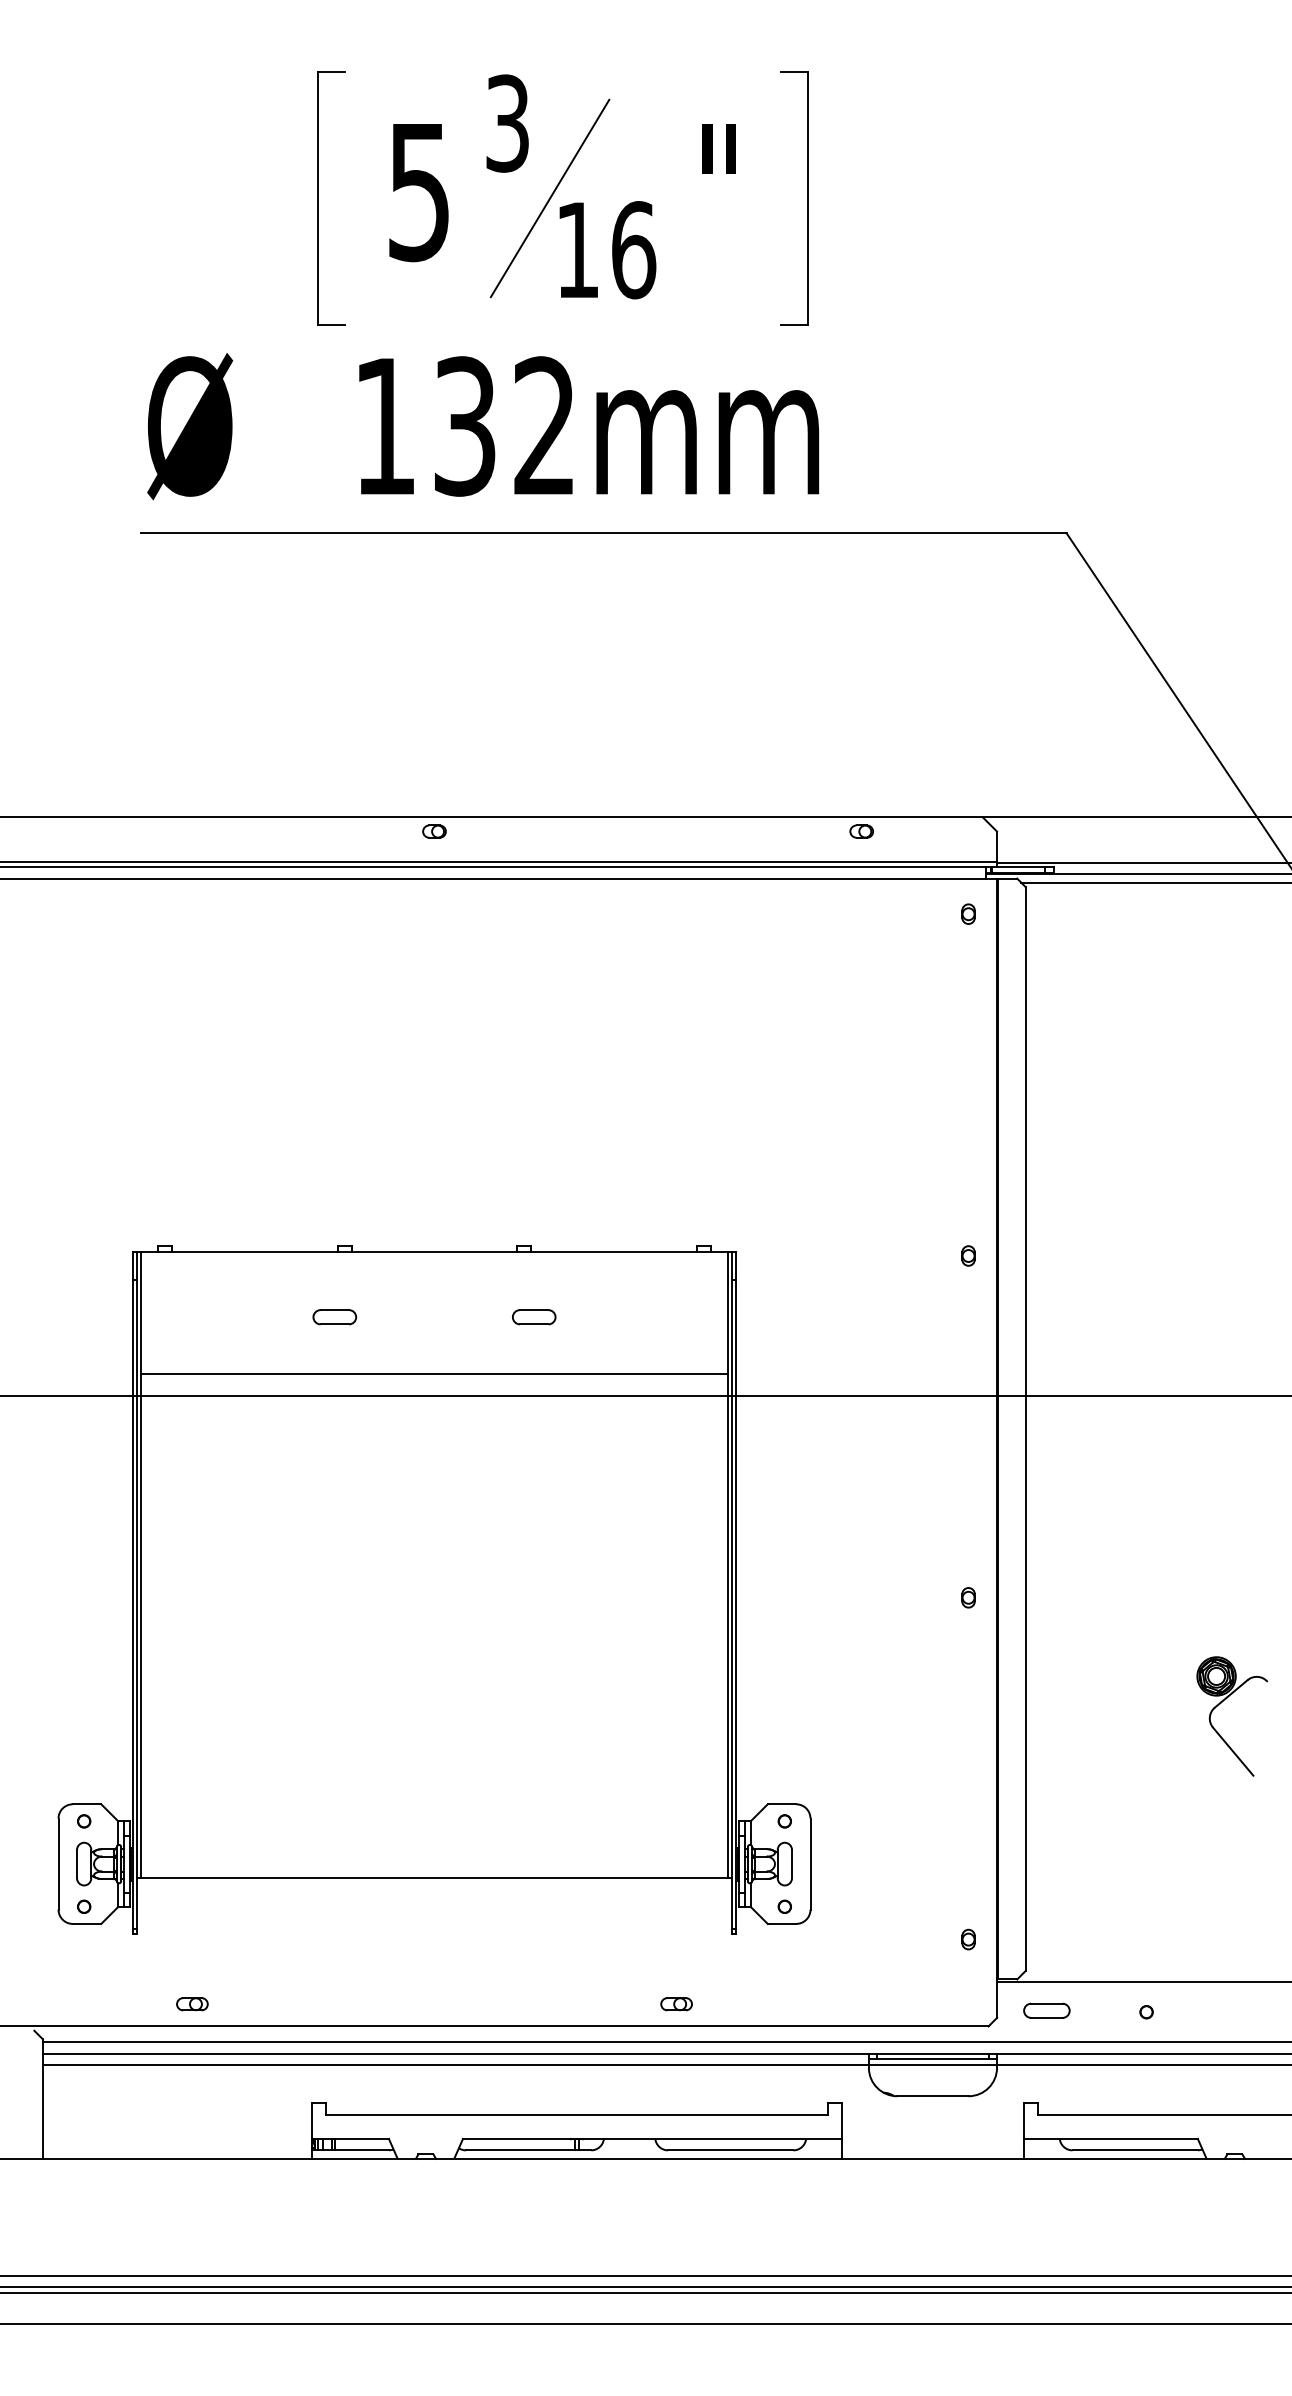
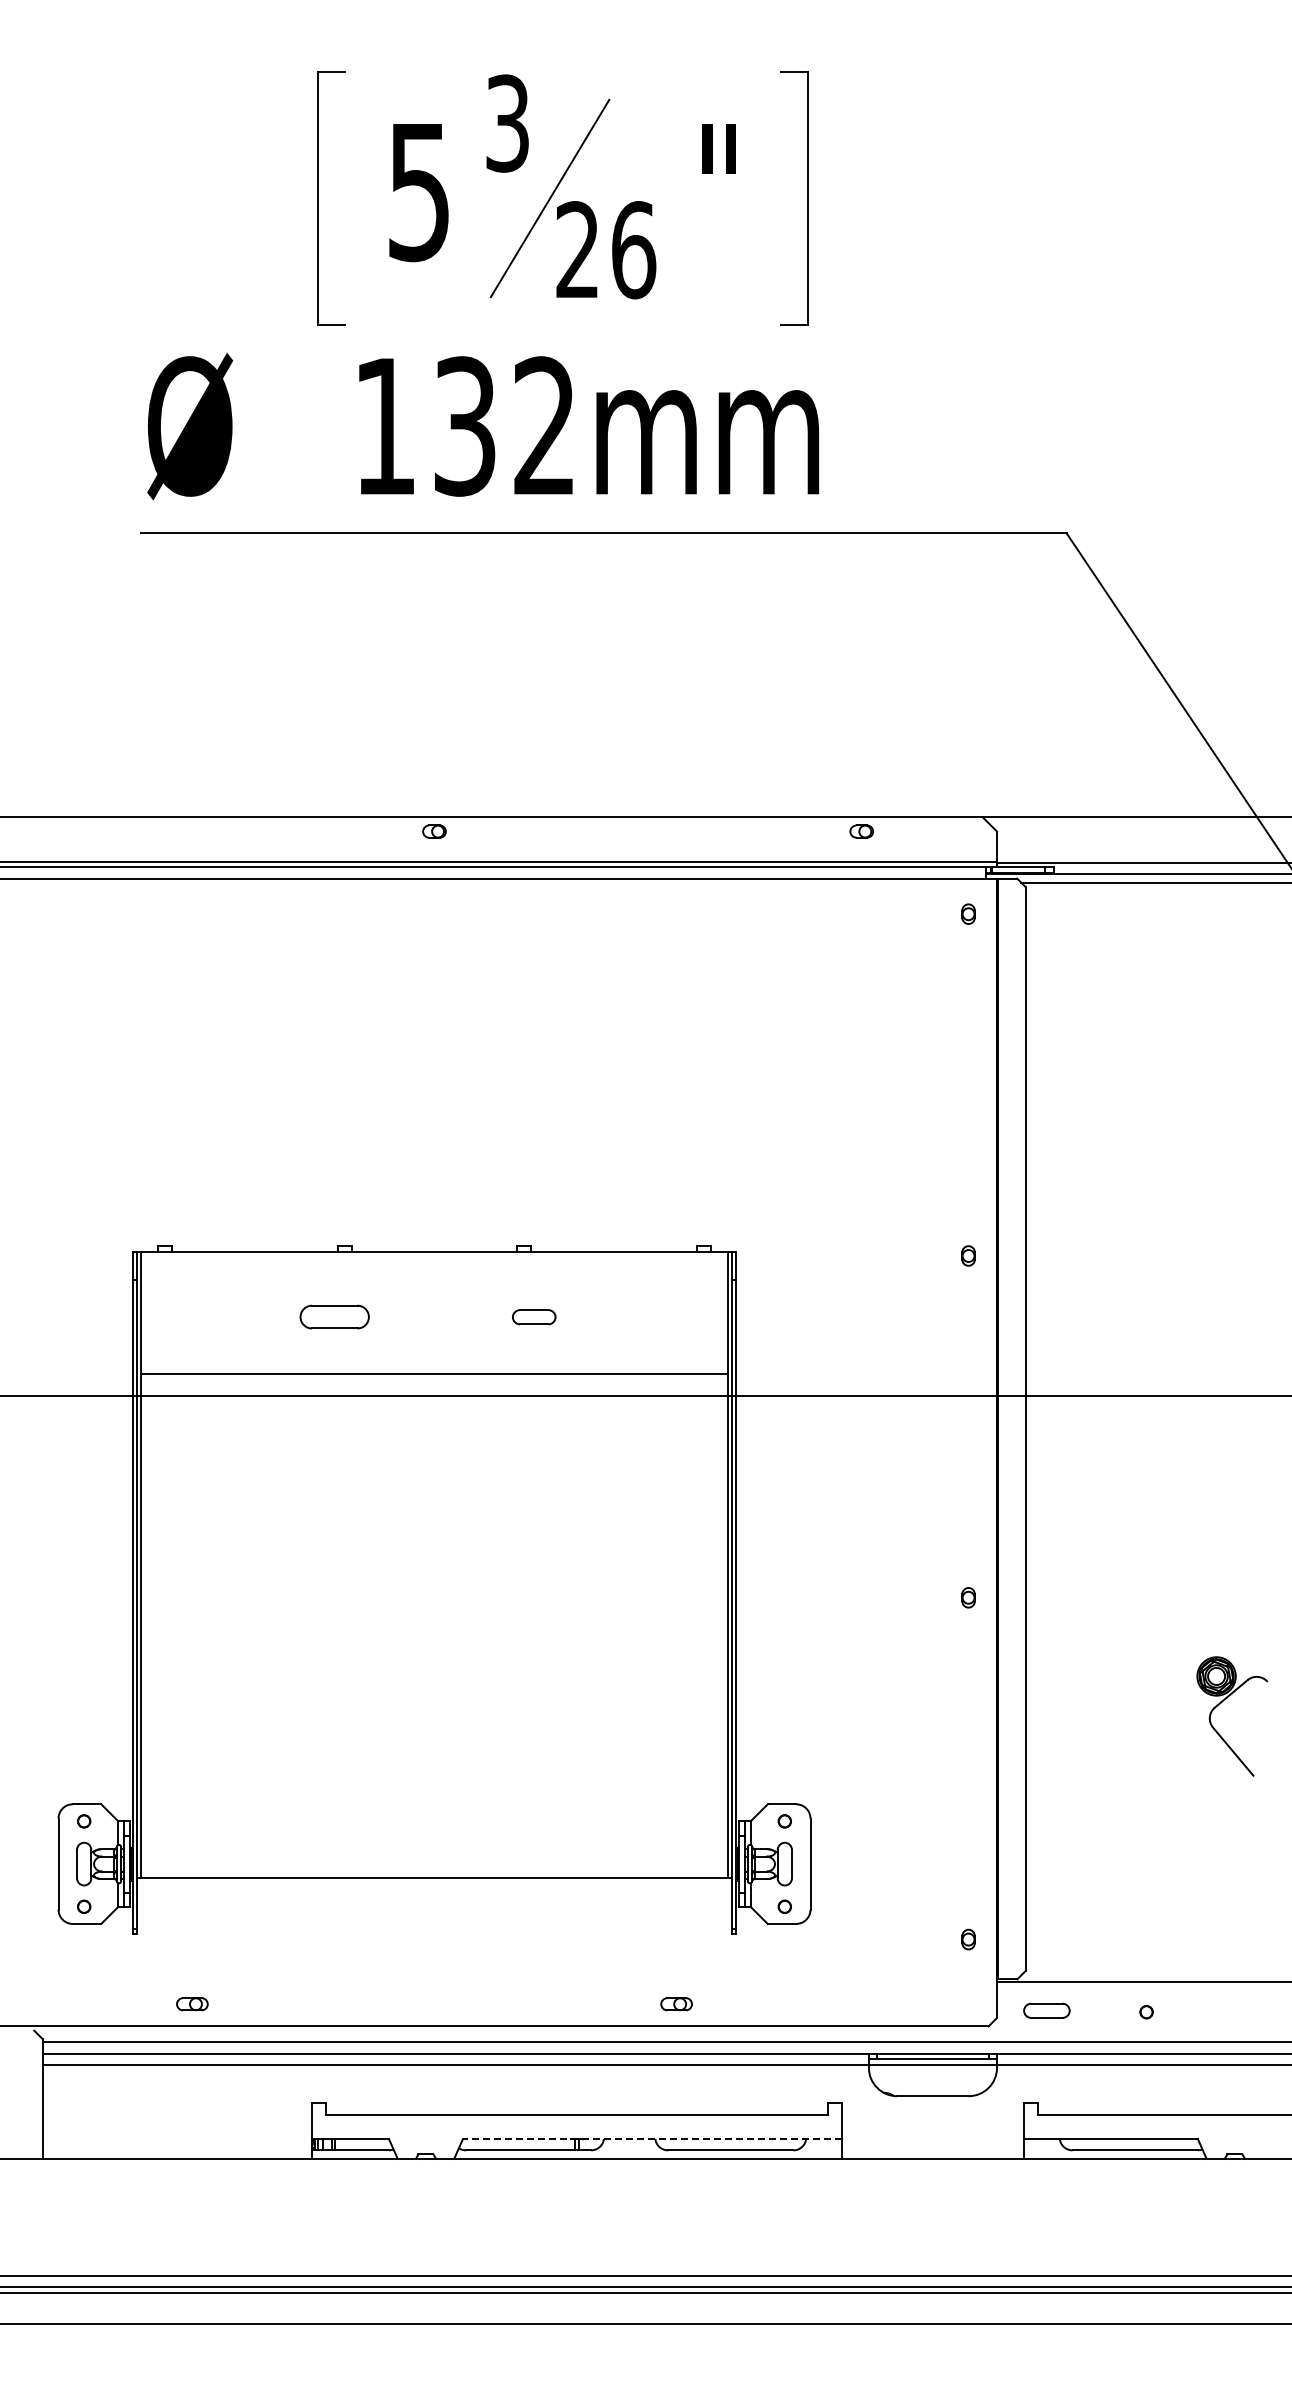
text at (576, 249): 16 -> 26
part at (334, 1317) size: 46x17 px -> 71x26 px
line at (651, 2138): solid -> dashed
